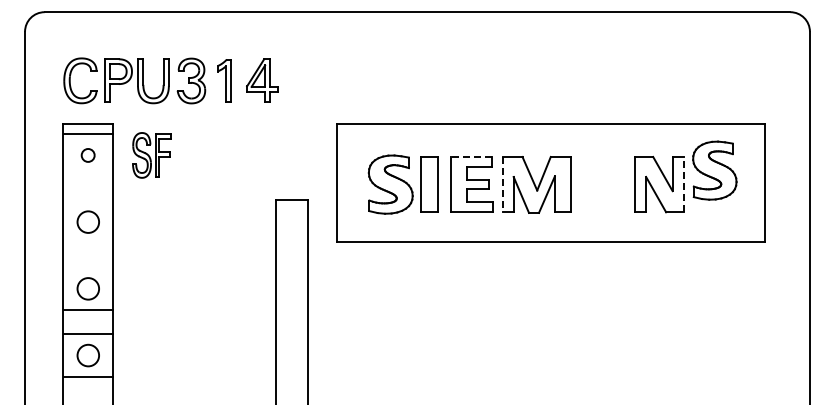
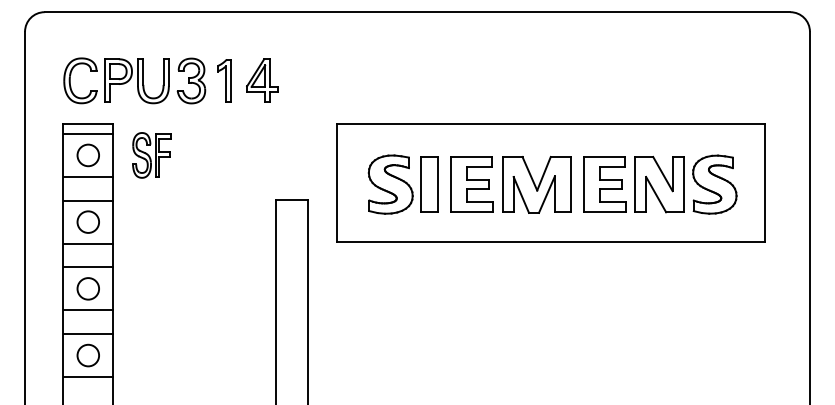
circle at (87, 155) size: 16x15 px -> 24x25 px
line at (471, 156): dashed -> solid
part at (714, 170) position: (714, 170) -> (714, 184)
line at (87, 177): none -> present
line at (502, 184): dashed -> solid
part at (604, 184): none -> present
line at (684, 184): dashed -> solid
line at (87, 200): none -> present
line at (87, 243): none -> present
line at (87, 267): none -> present
